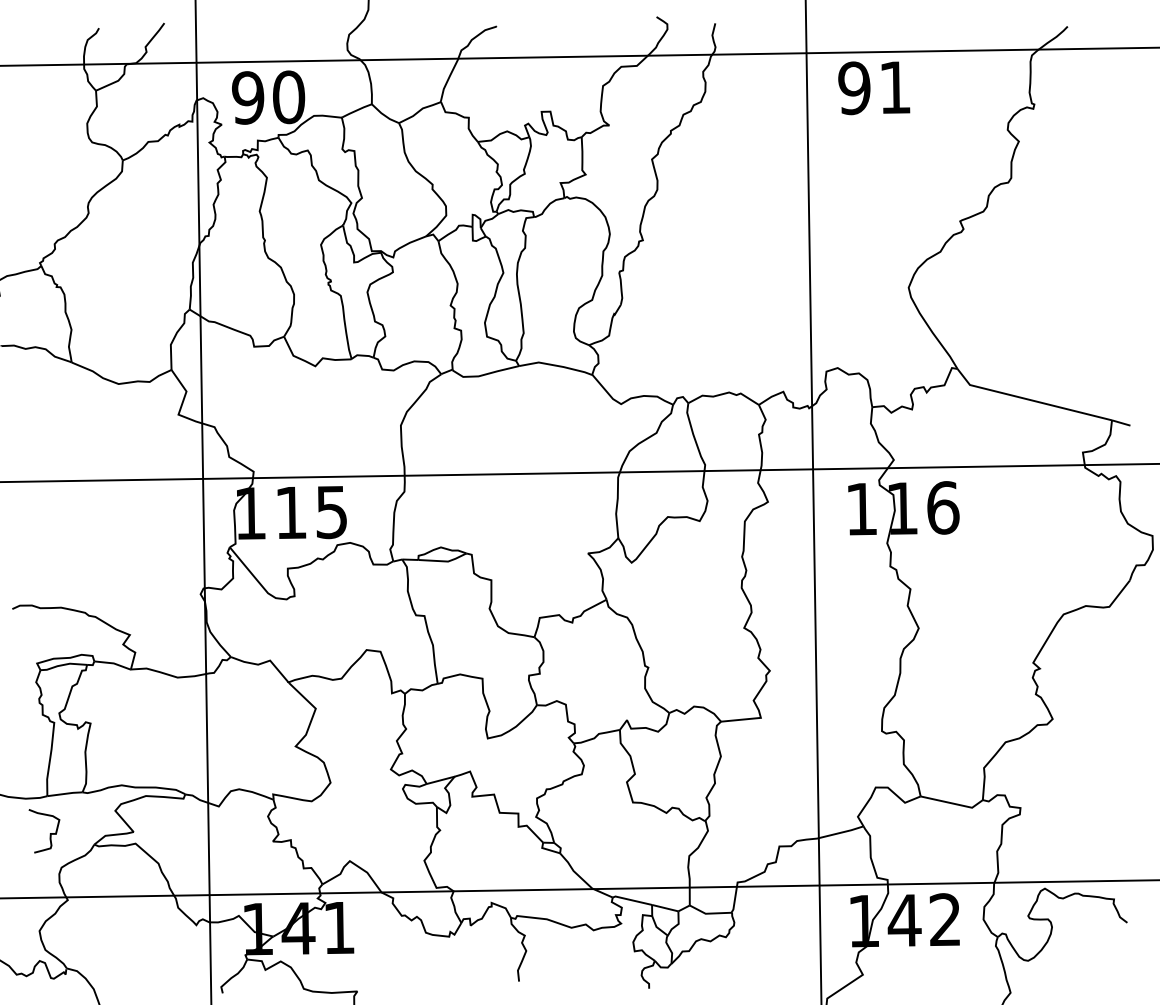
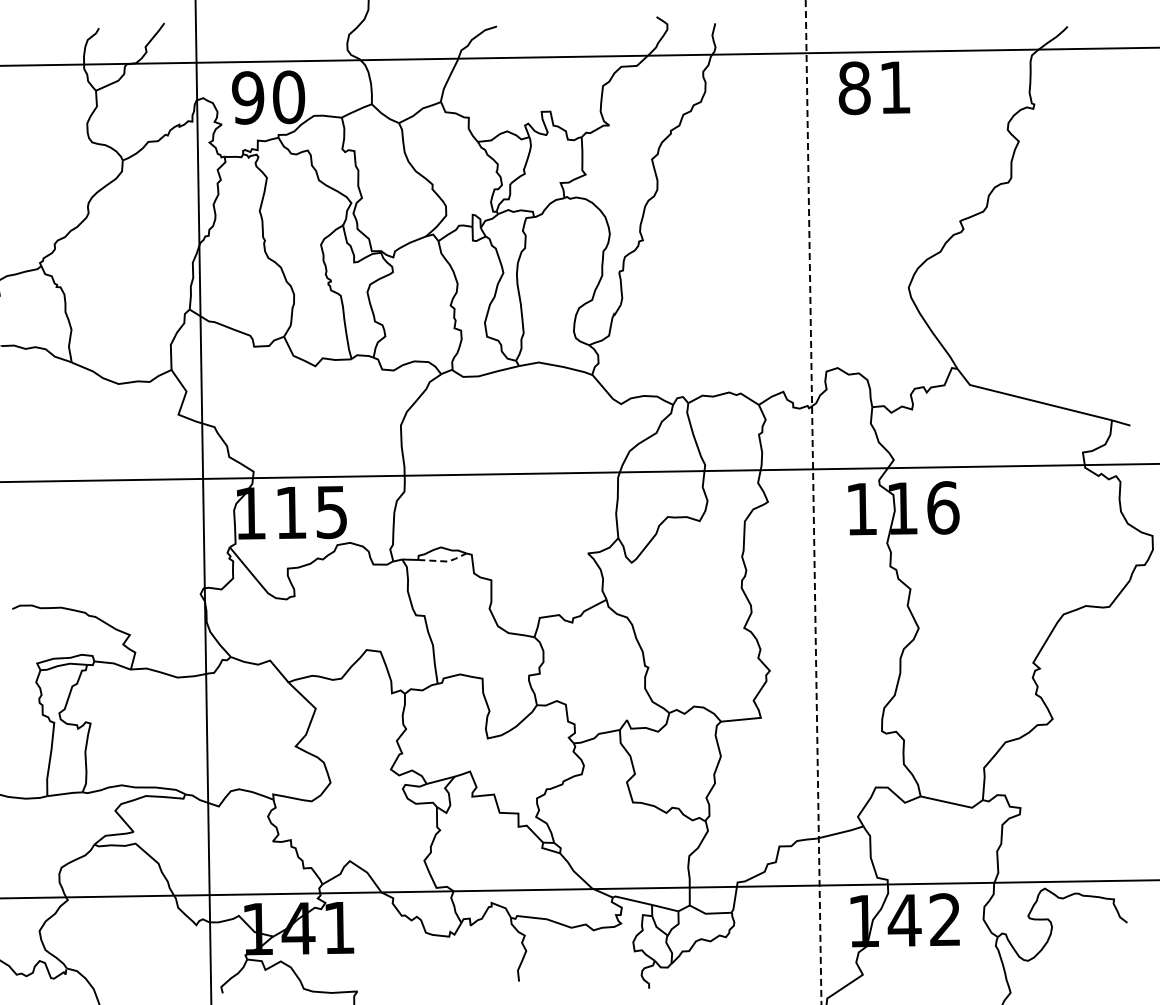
text at (854, 88): 91 -> 81
line at (813, 502): solid -> dashed
line at (445, 561): solid -> dashed
curve at (49, 834): present -> none
